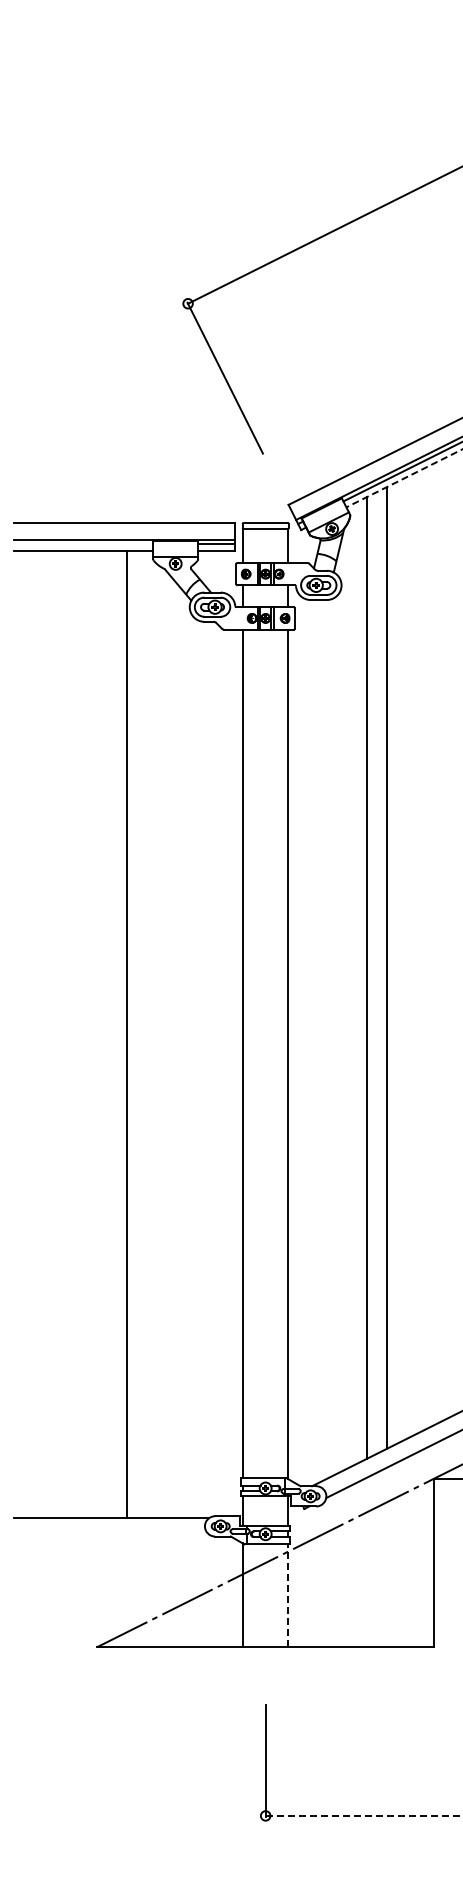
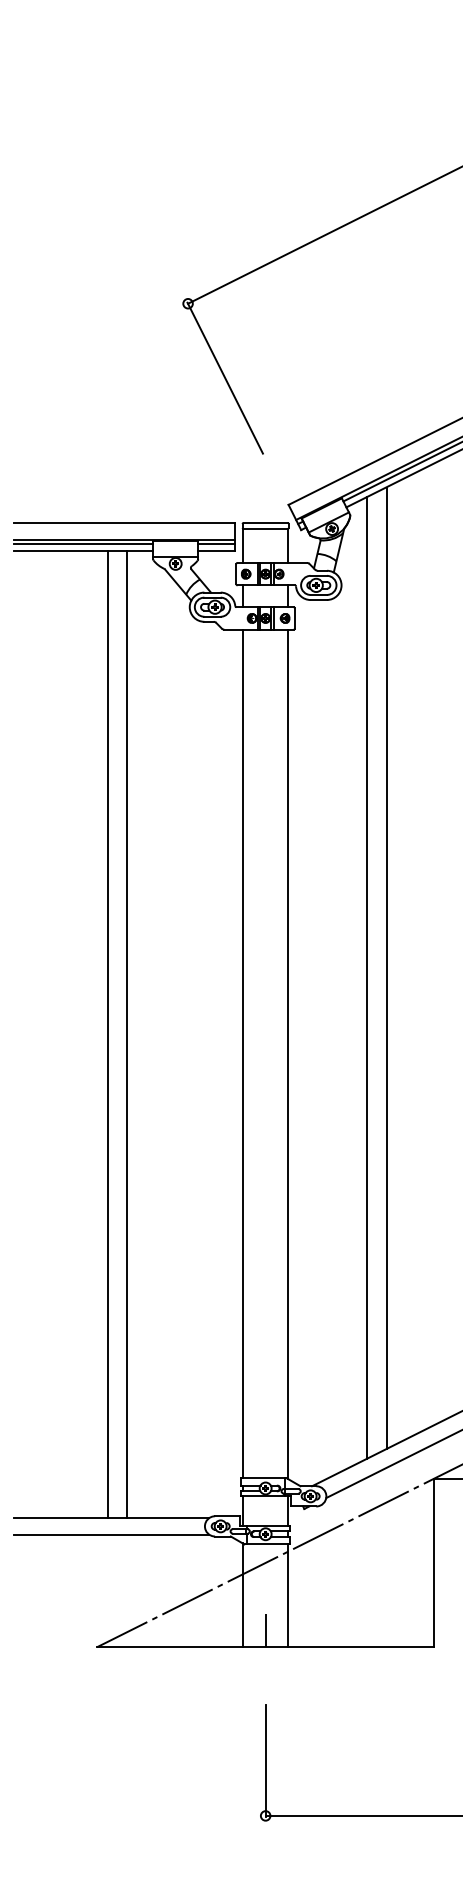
line at (404, 478): dashed -> solid
line at (83, 544): none -> present
line at (107, 1034): none -> present
line at (111, 1534): none -> present
line at (288, 1595): dashed -> solid
line at (265, 1630): none -> present
line at (364, 1815): dashed -> solid
